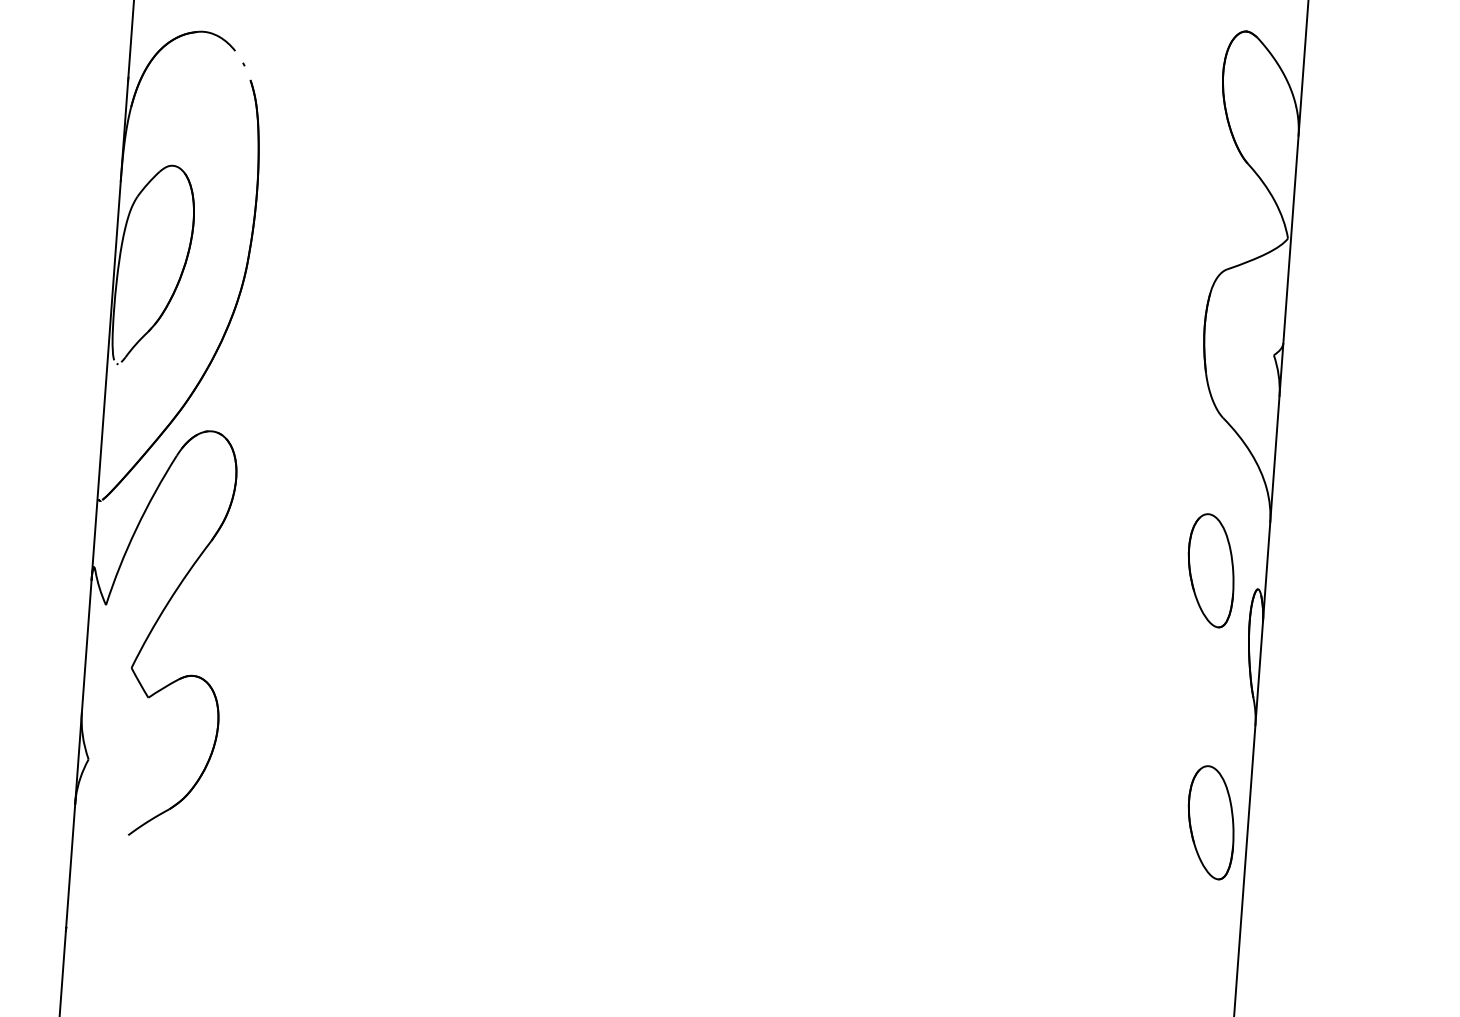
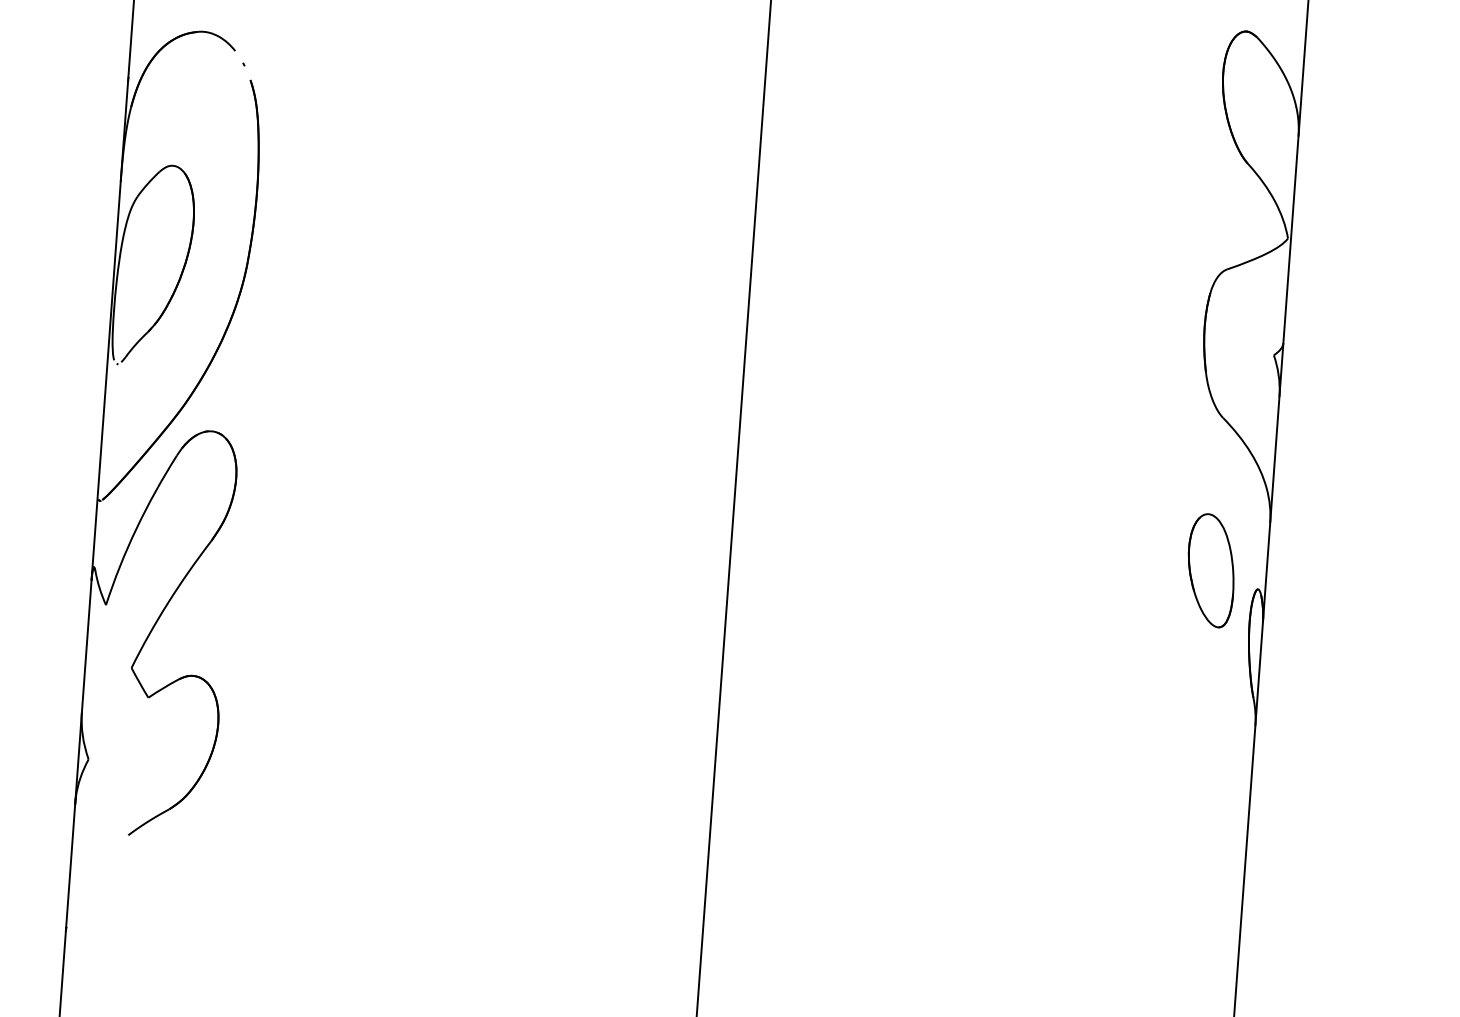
line at (733, 507): none -> present
part at (1210, 822): present -> none
